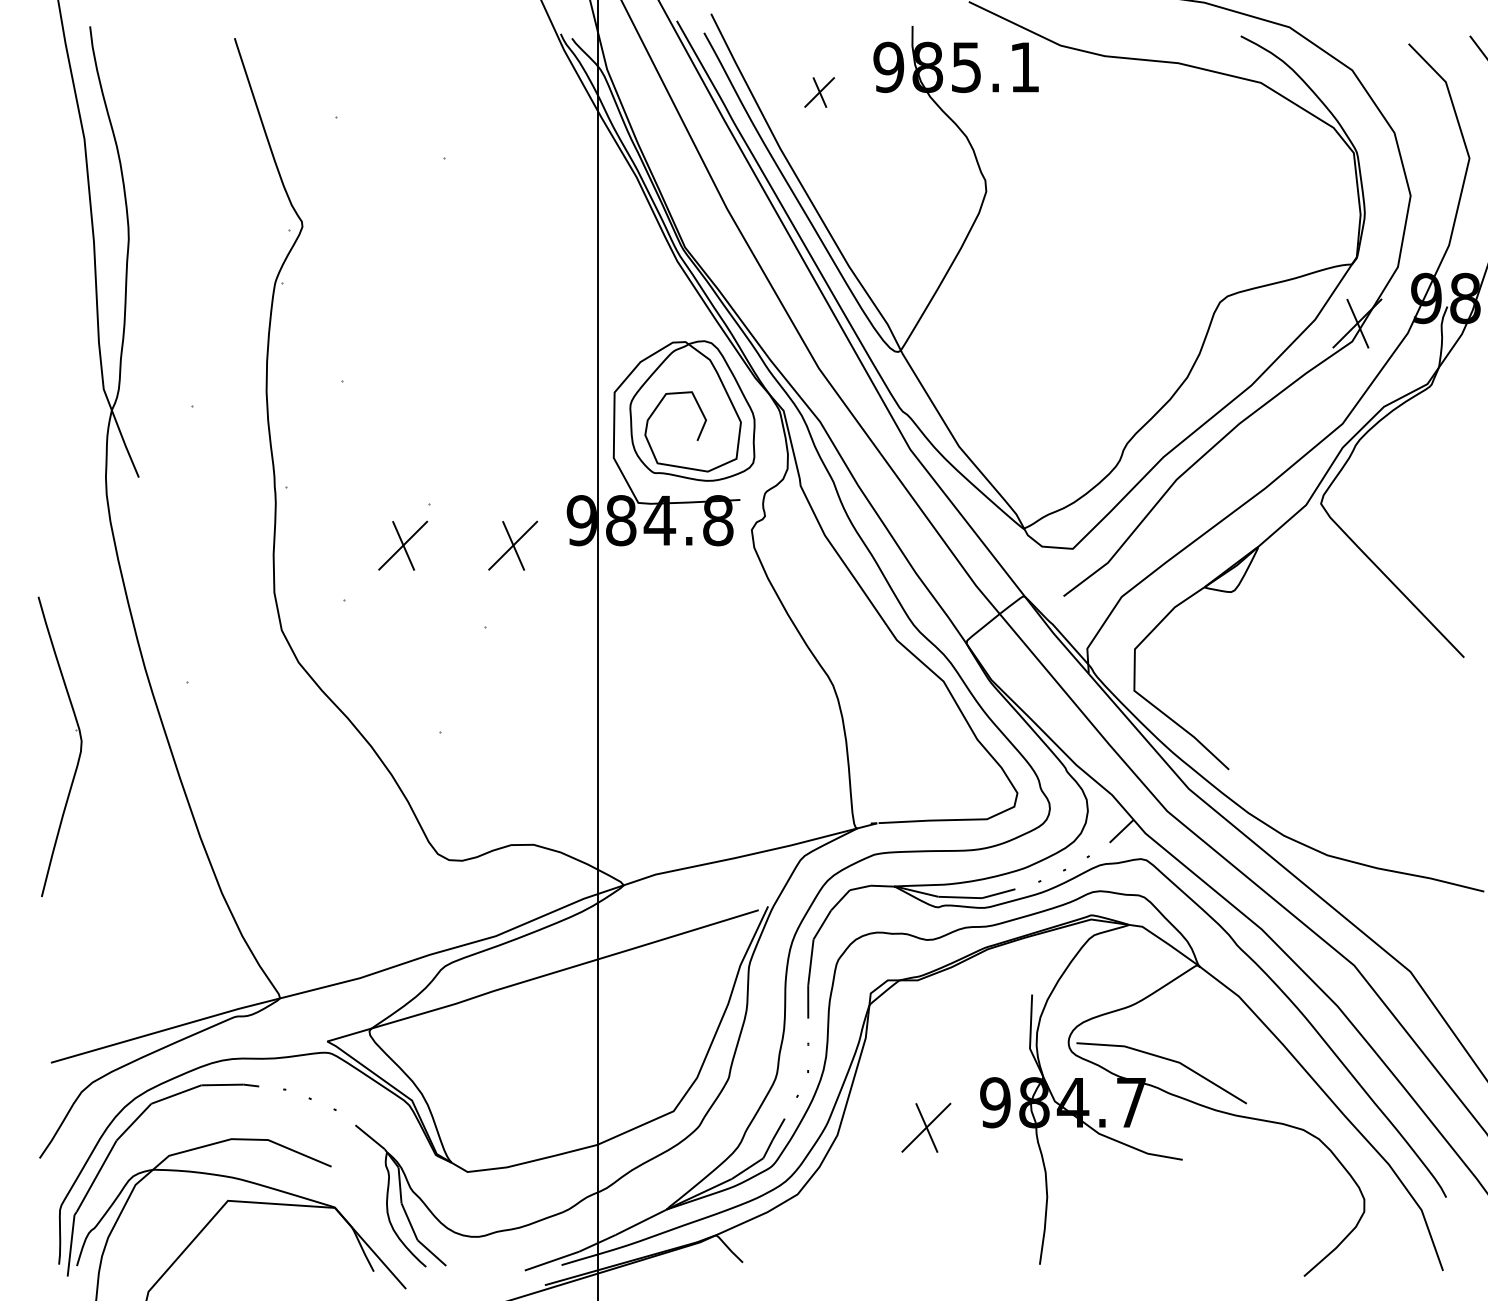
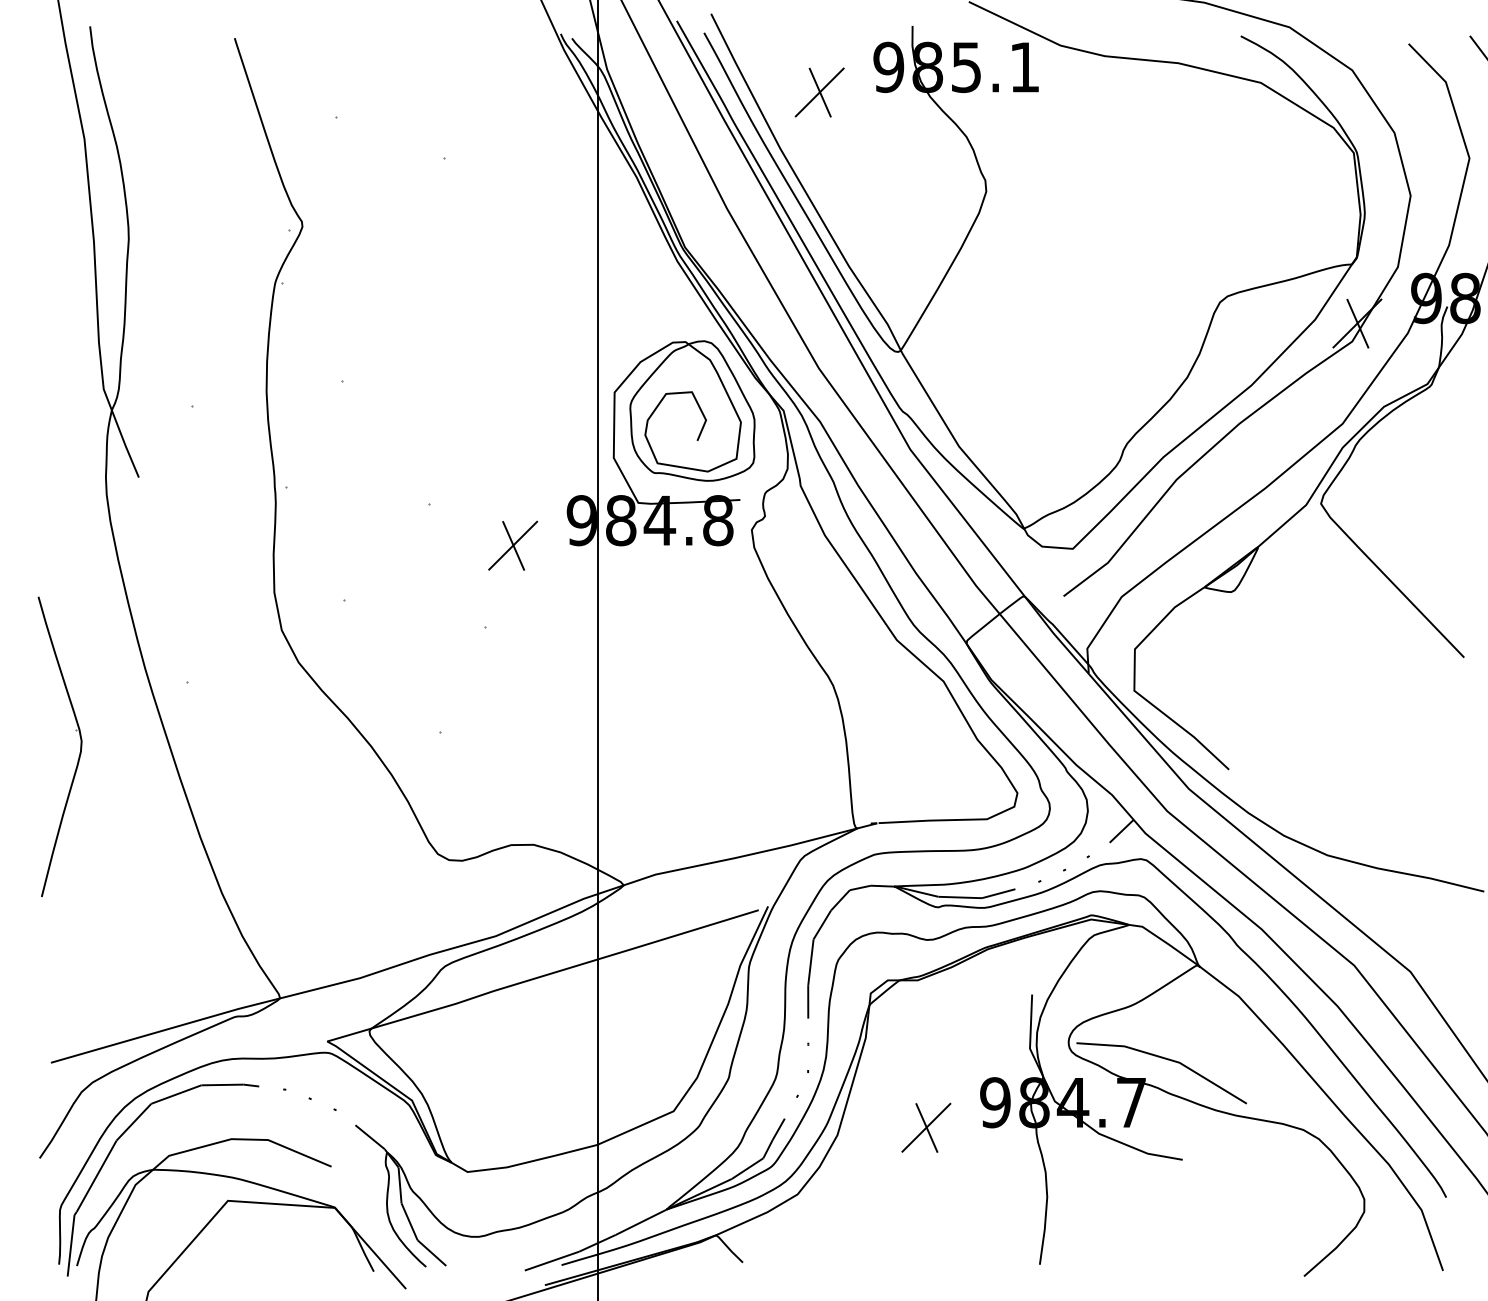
part at (819, 92) size: 31x31 px -> 51x51 px
part at (403, 545): present -> none
